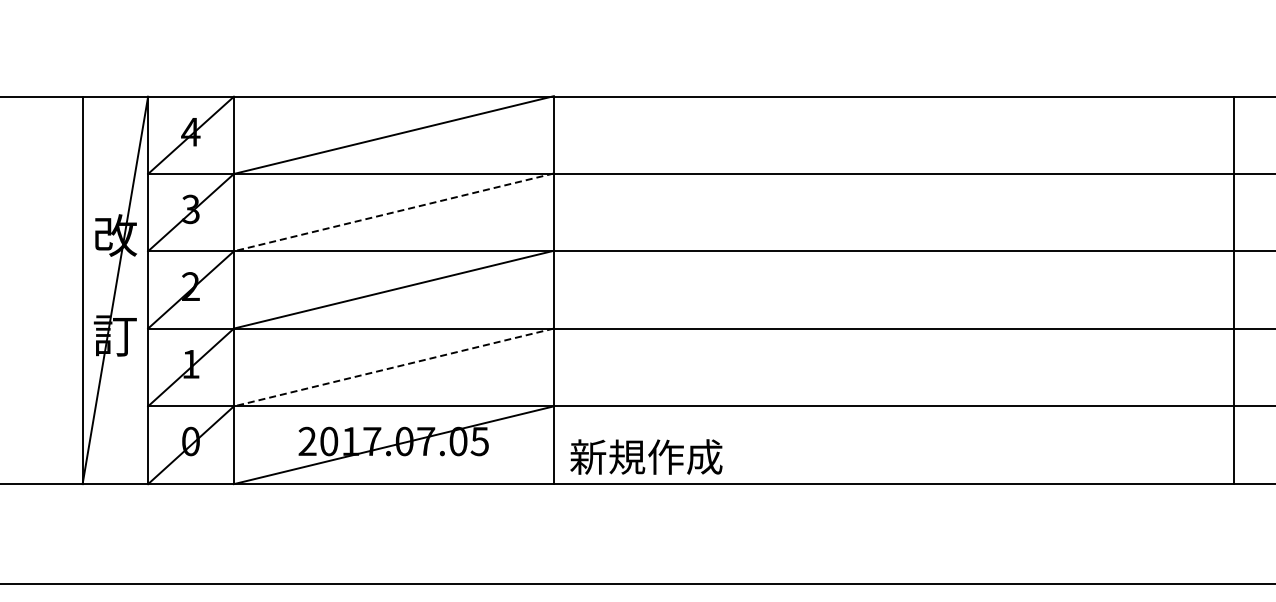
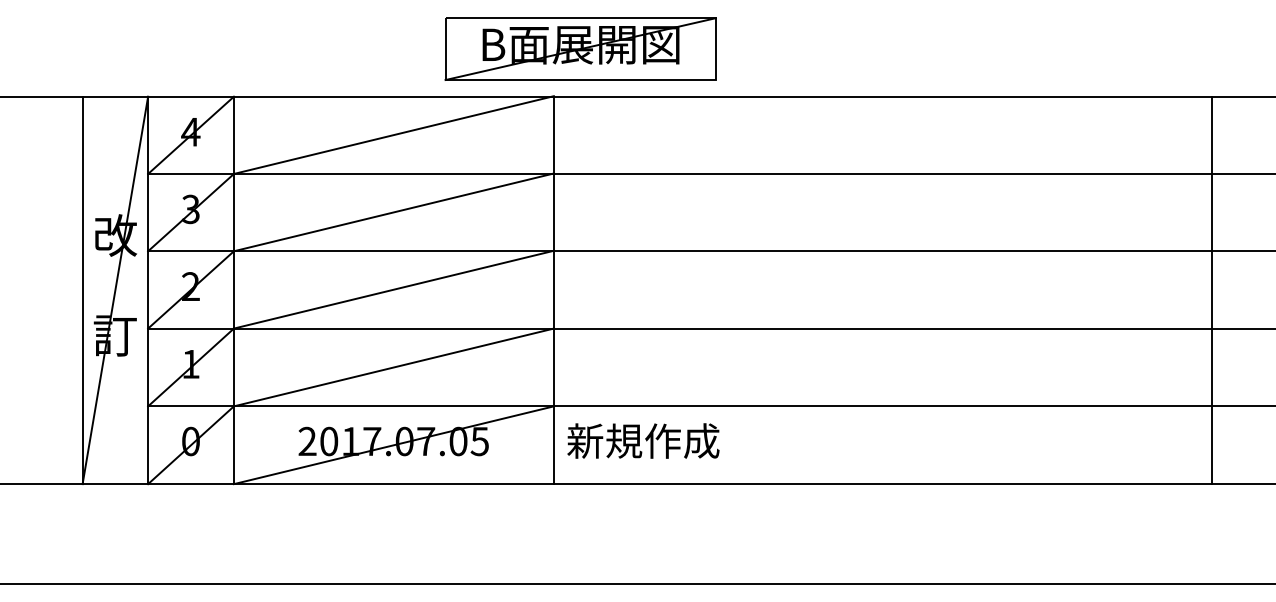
part at (580, 48): none -> present
line at (393, 212): dashed -> solid
line at (1233, 290) position: (1233, 290) -> (1211, 290)
line at (393, 367): dashed -> solid
text at (646, 456) position: (646, 456) -> (643, 440)
